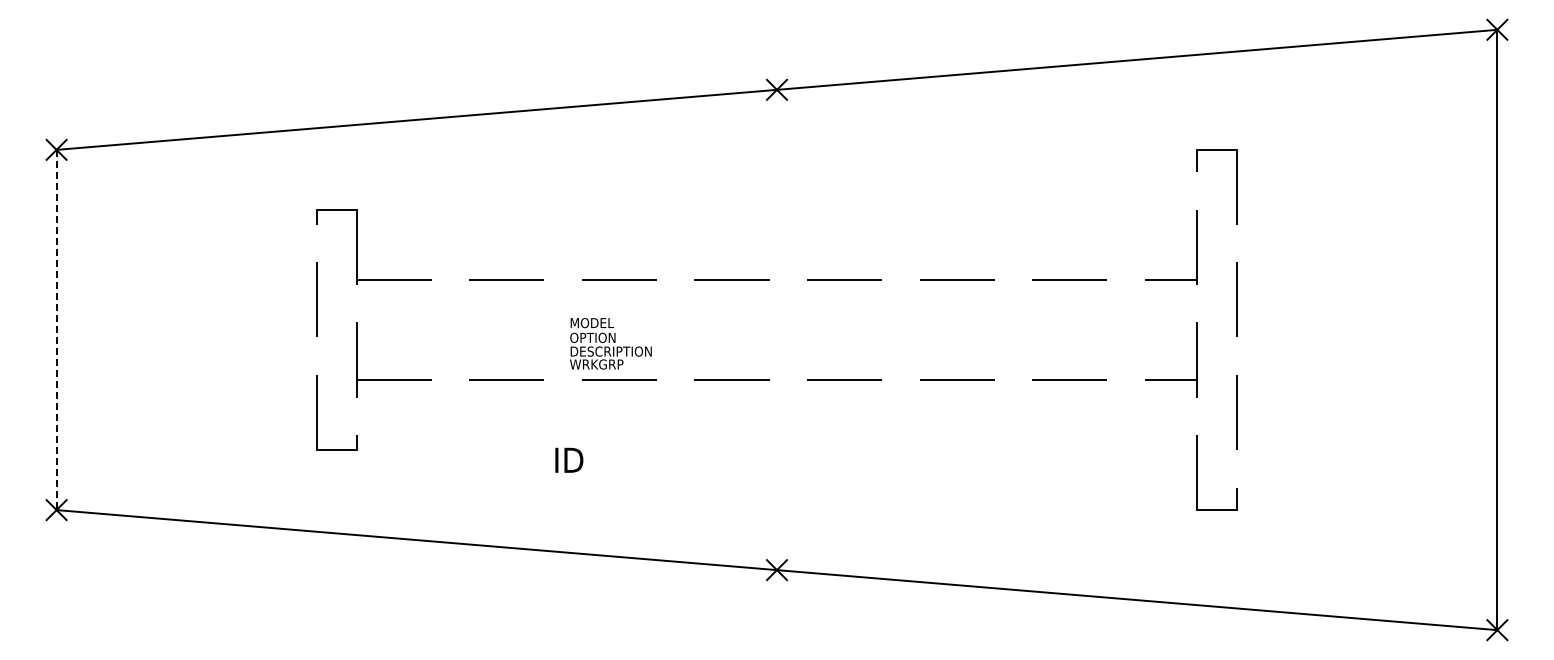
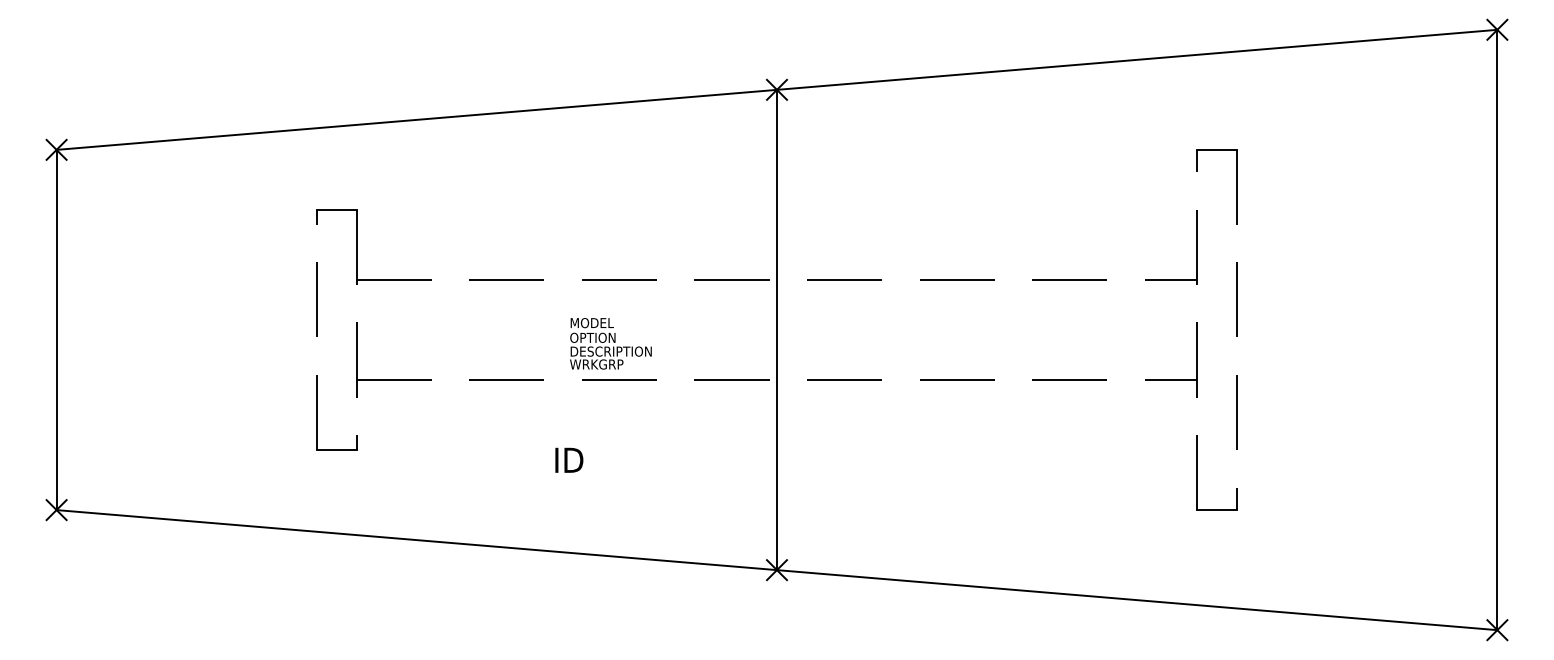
line at (777, 329): none -> present
line at (56, 330): dashed -> solid
